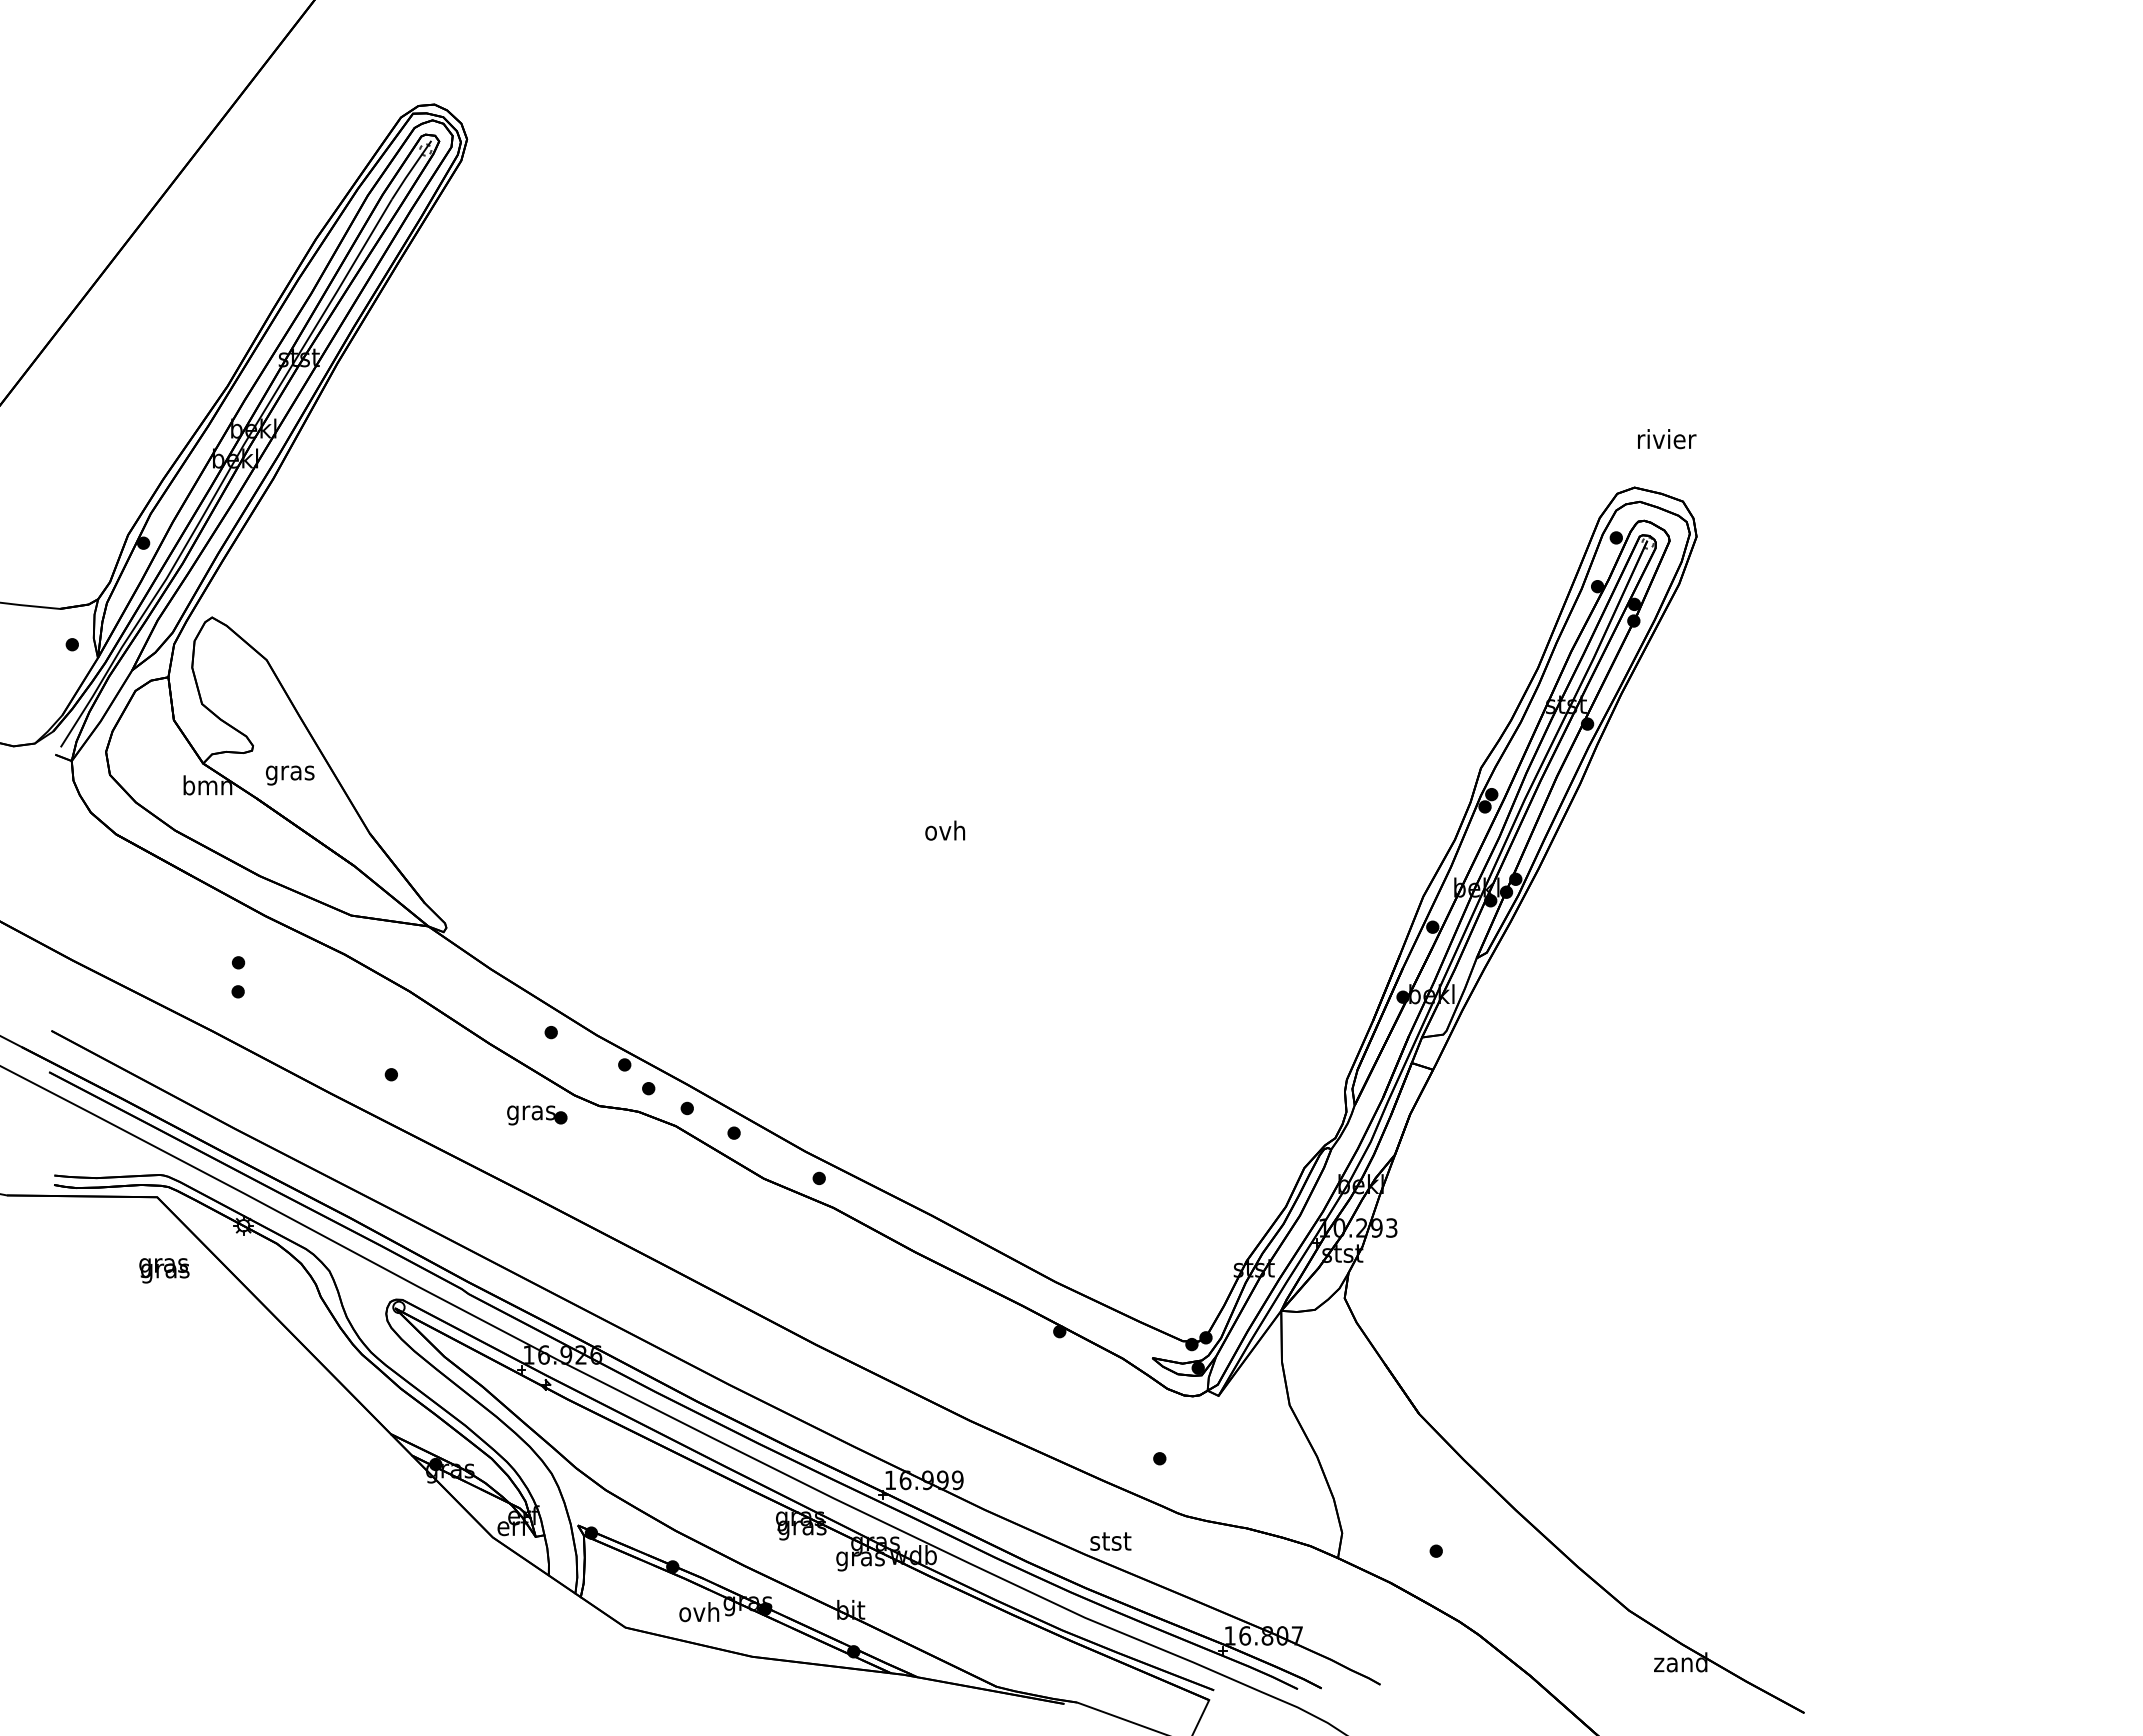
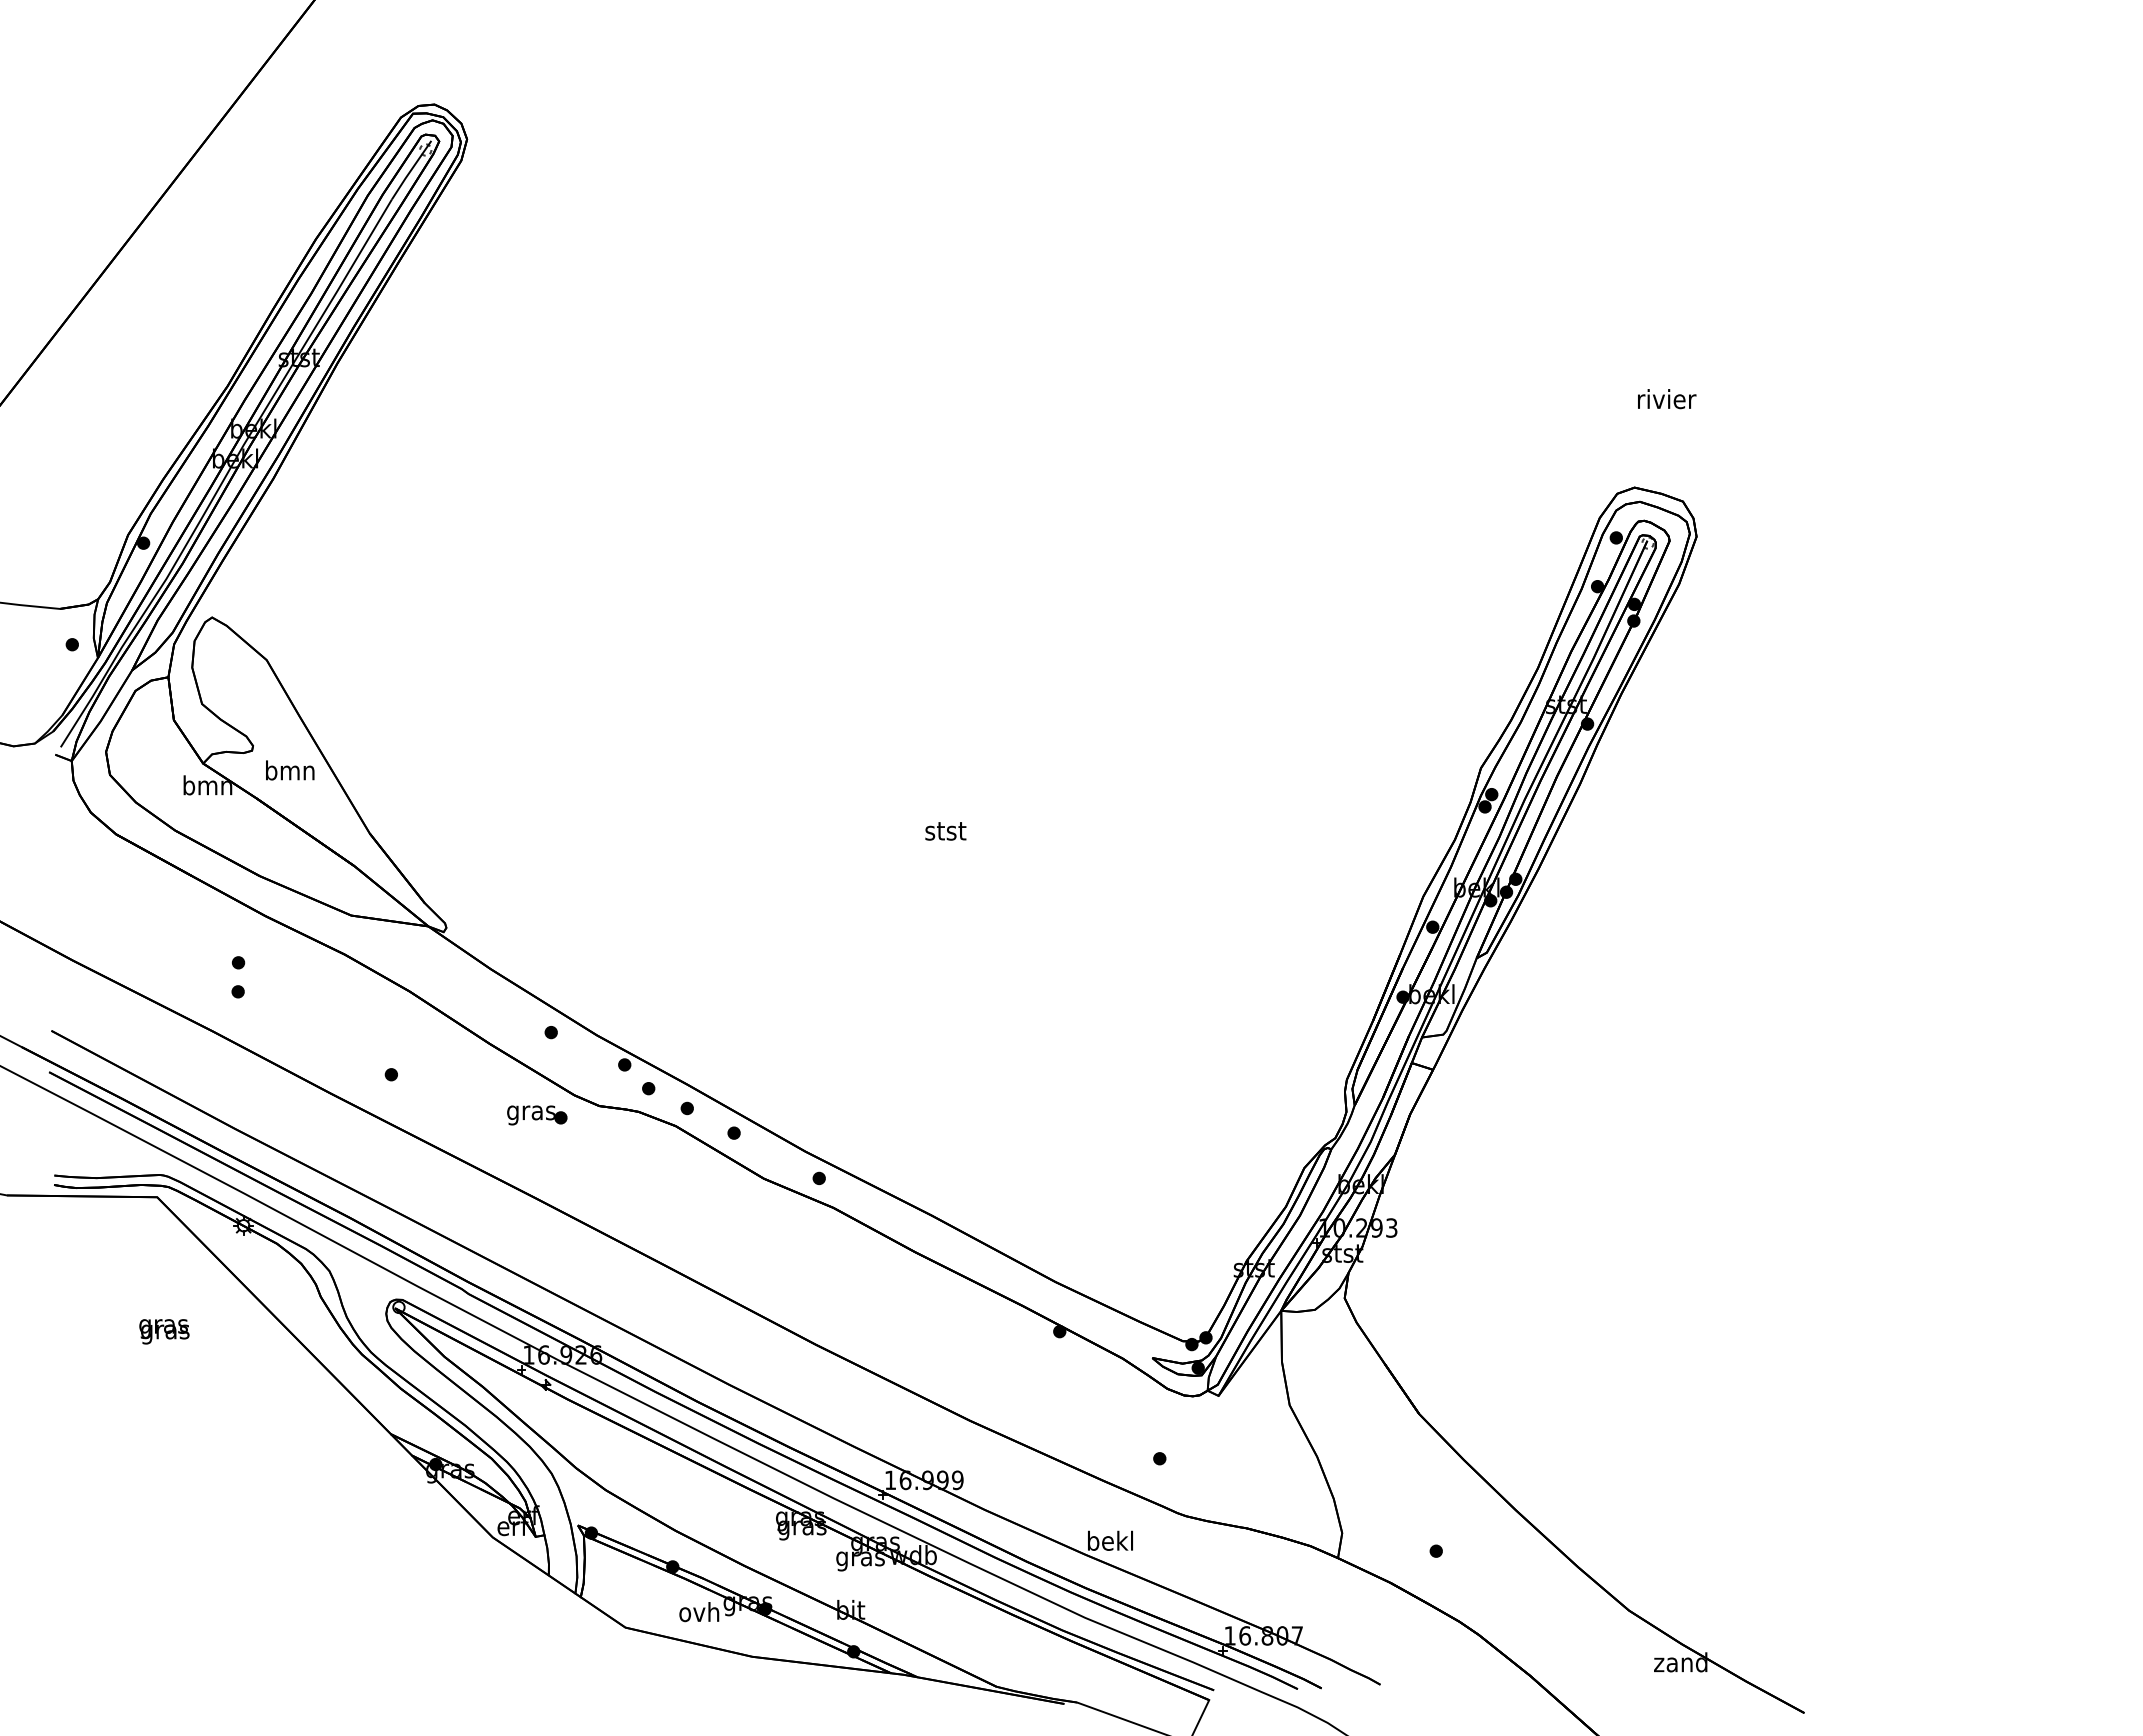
text at (1667, 439) position: (1667, 439) -> (1667, 399)
text at (290, 772): gras -> bmn
text at (945, 830): ovh -> stst
text at (164, 1270) position: (164, 1270) -> (164, 1331)
text at (1110, 1540): stst -> bekl
